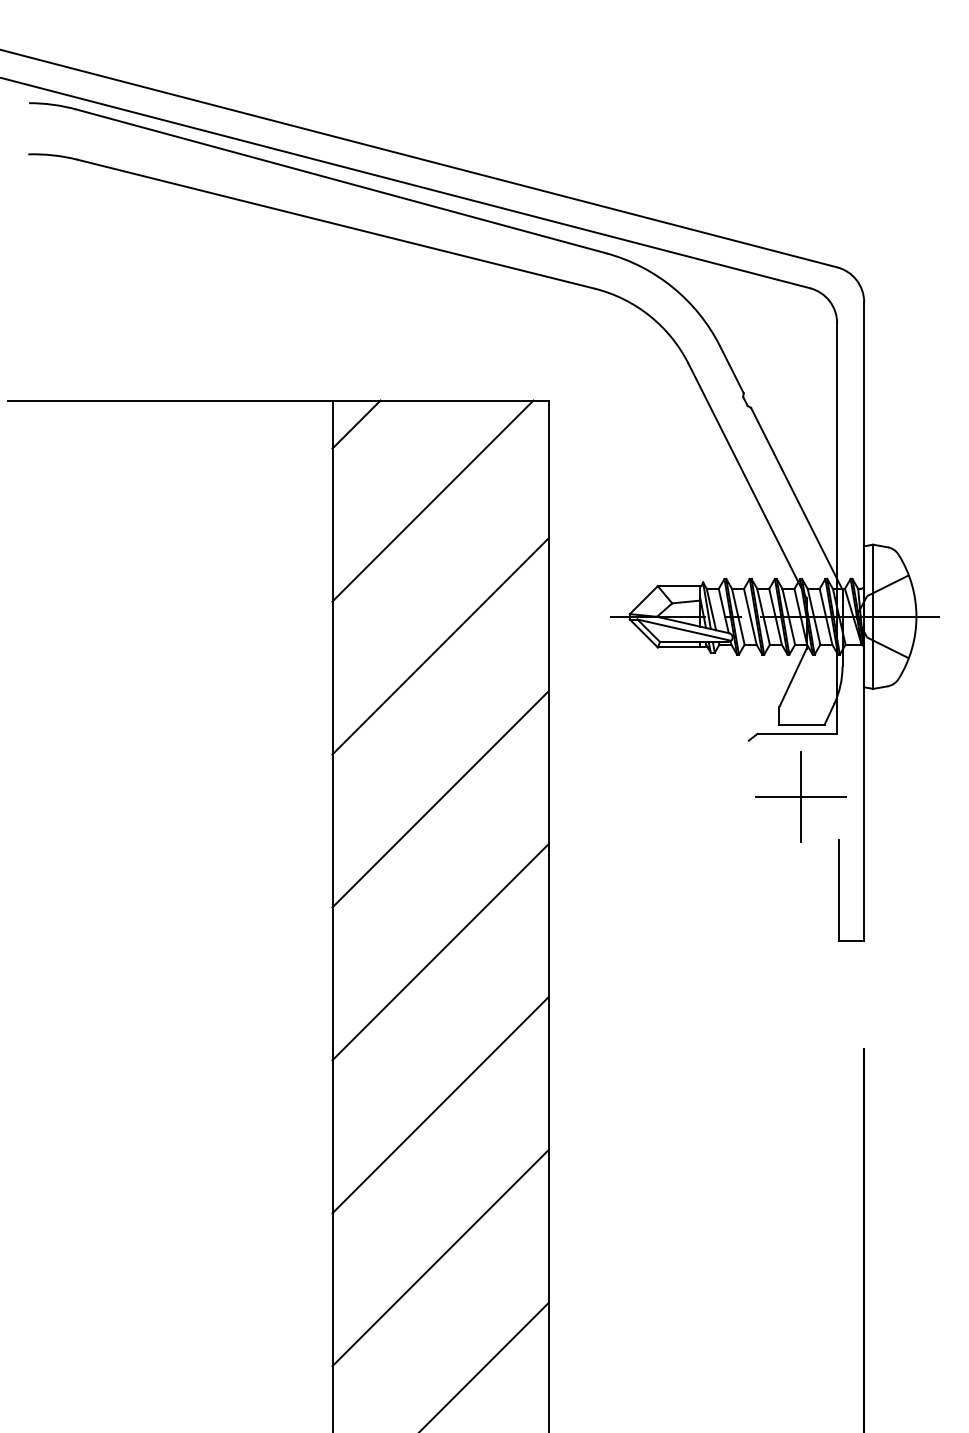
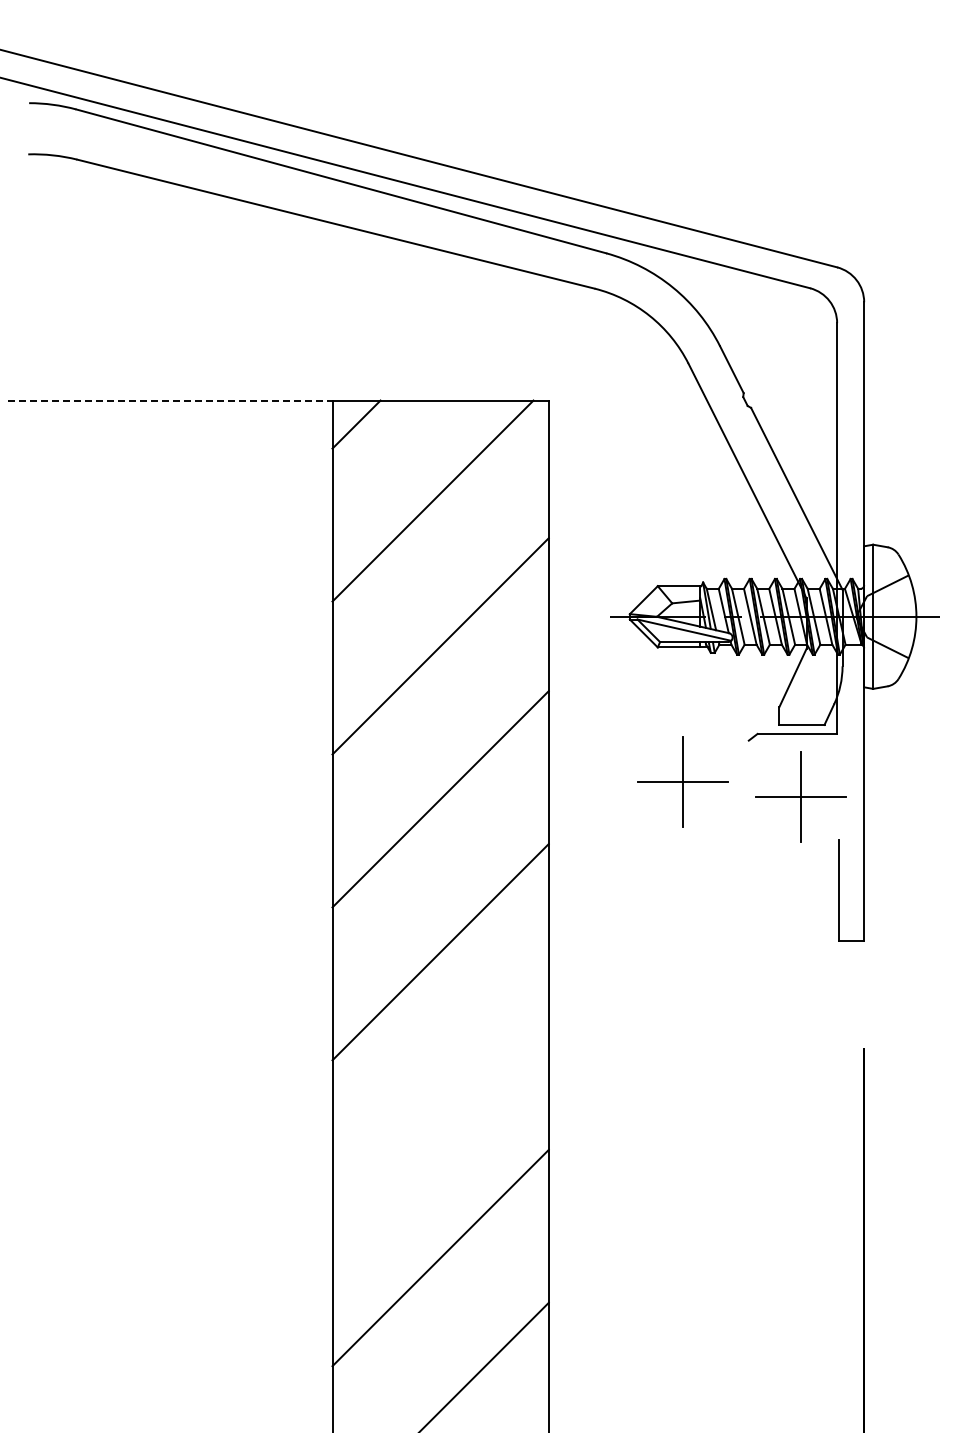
line at (170, 400): solid -> dashed
part at (682, 781): none -> present
line at (440, 1105): present -> none
